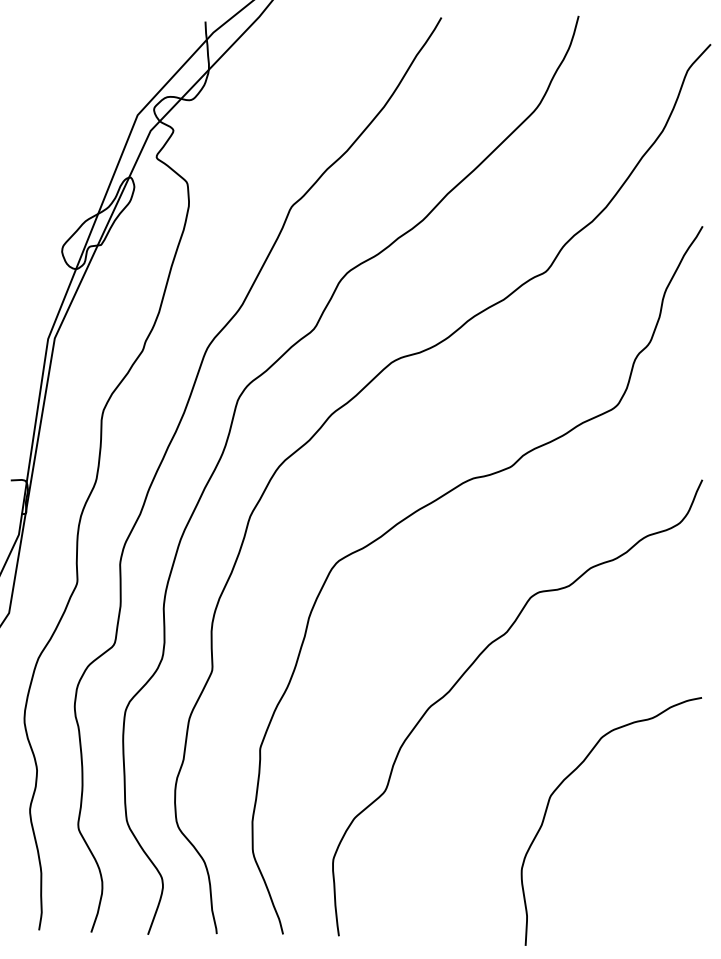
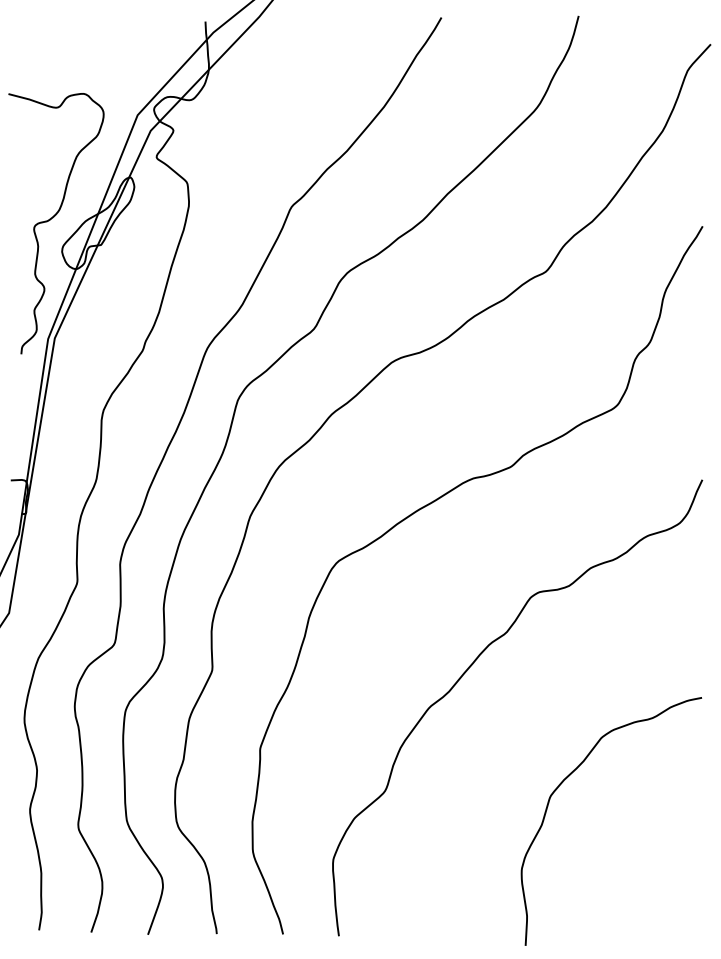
curve at (53, 218): none -> present
